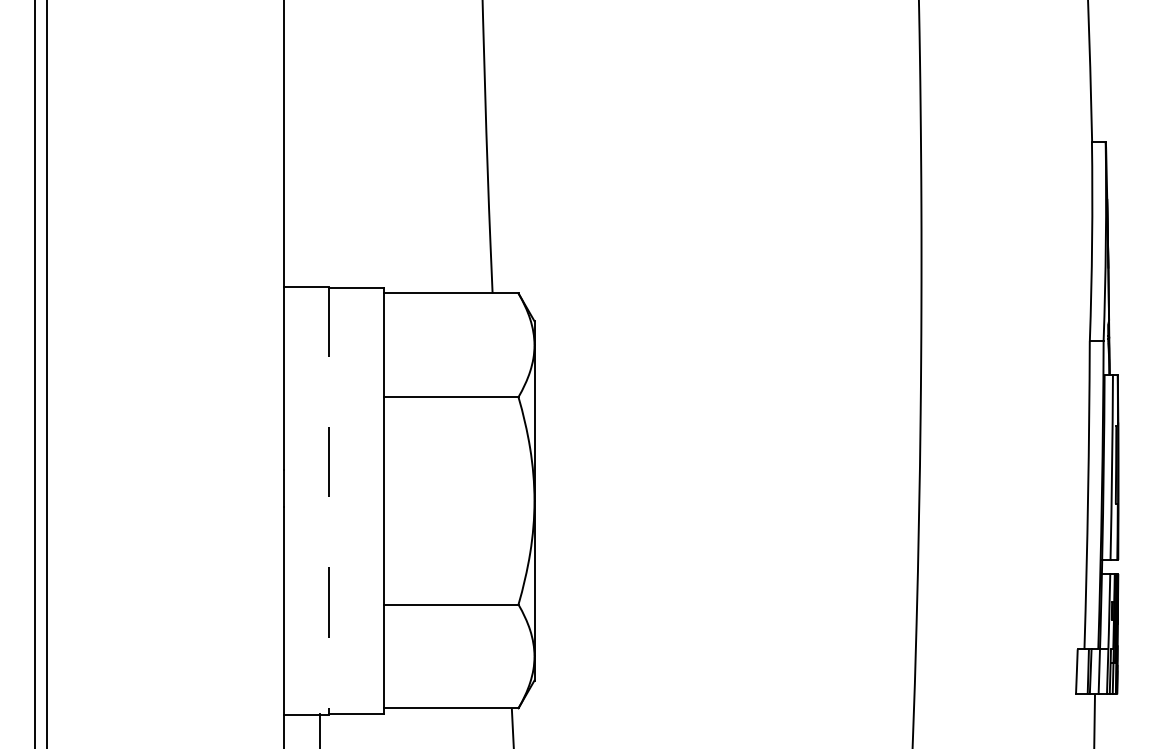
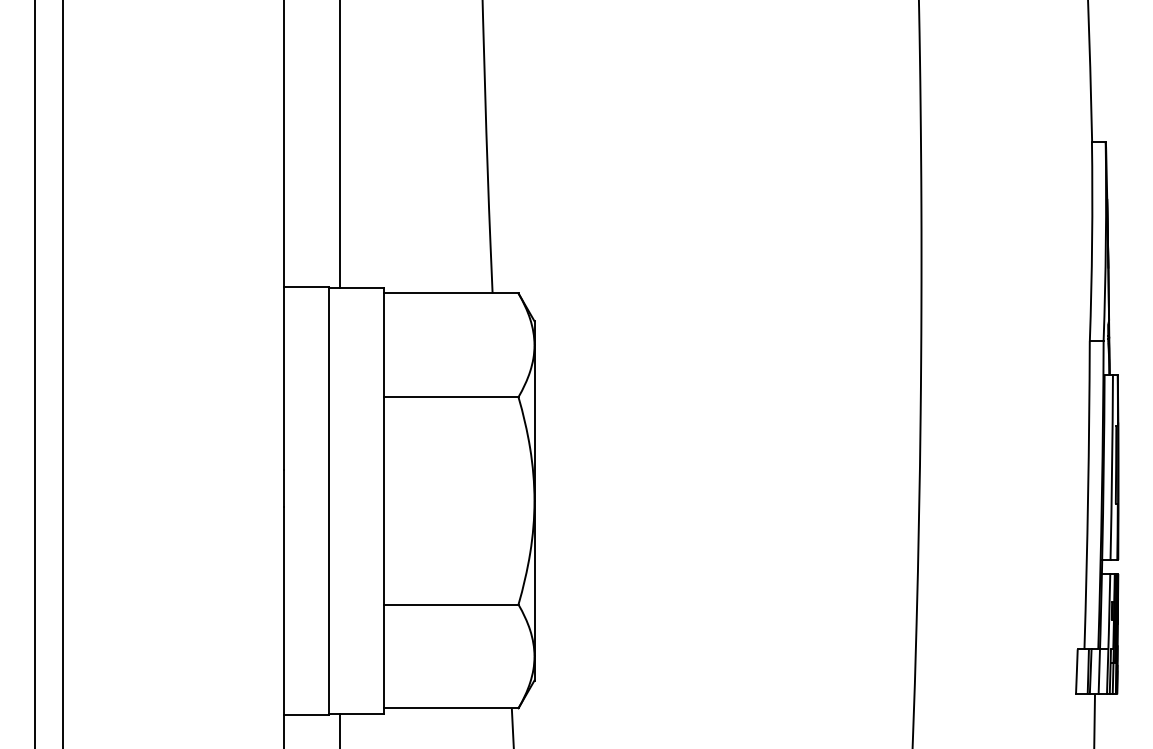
line at (339, 145): none -> present
line at (47, 373) position: (47, 373) -> (63, 373)
line at (328, 501): dashed -> solid
line at (319, 729) position: (319, 729) -> (339, 729)
